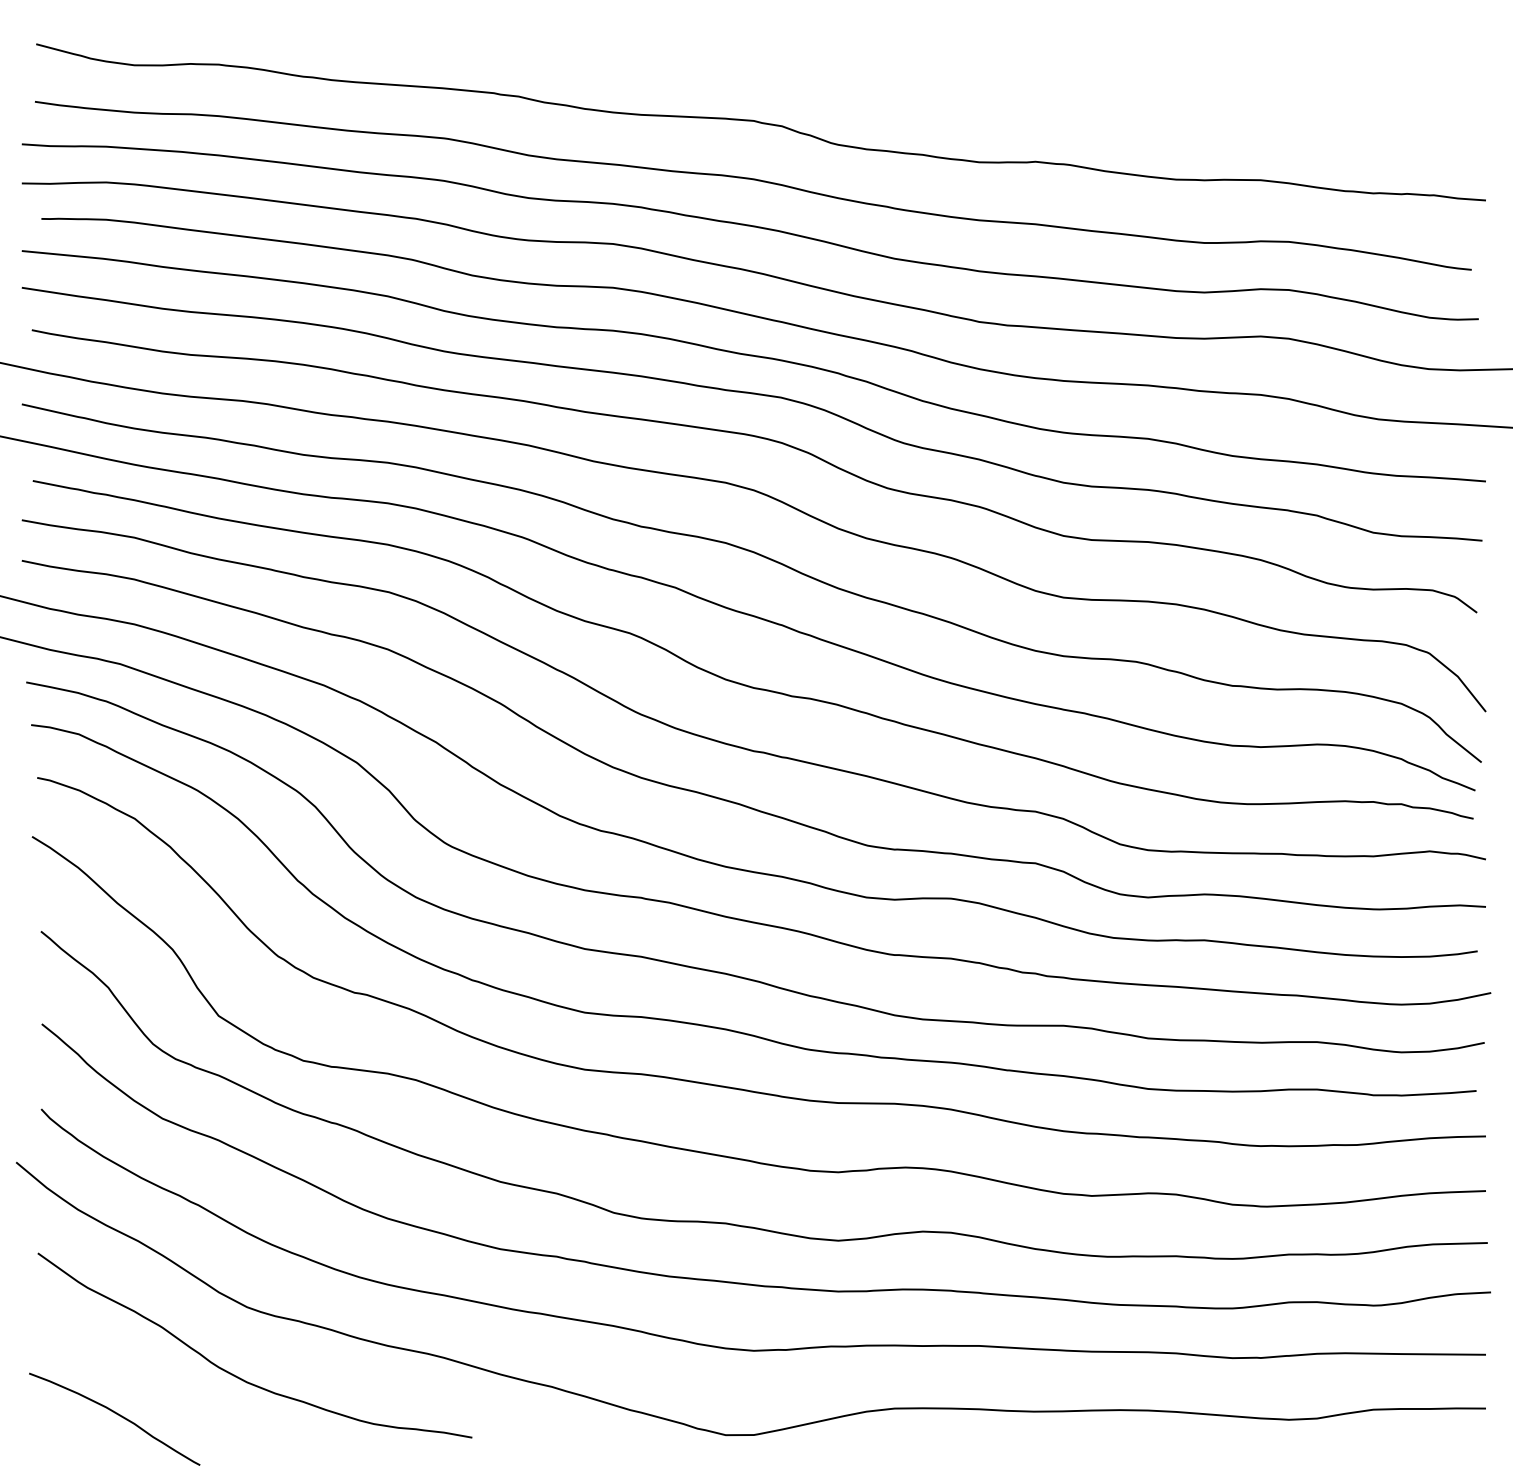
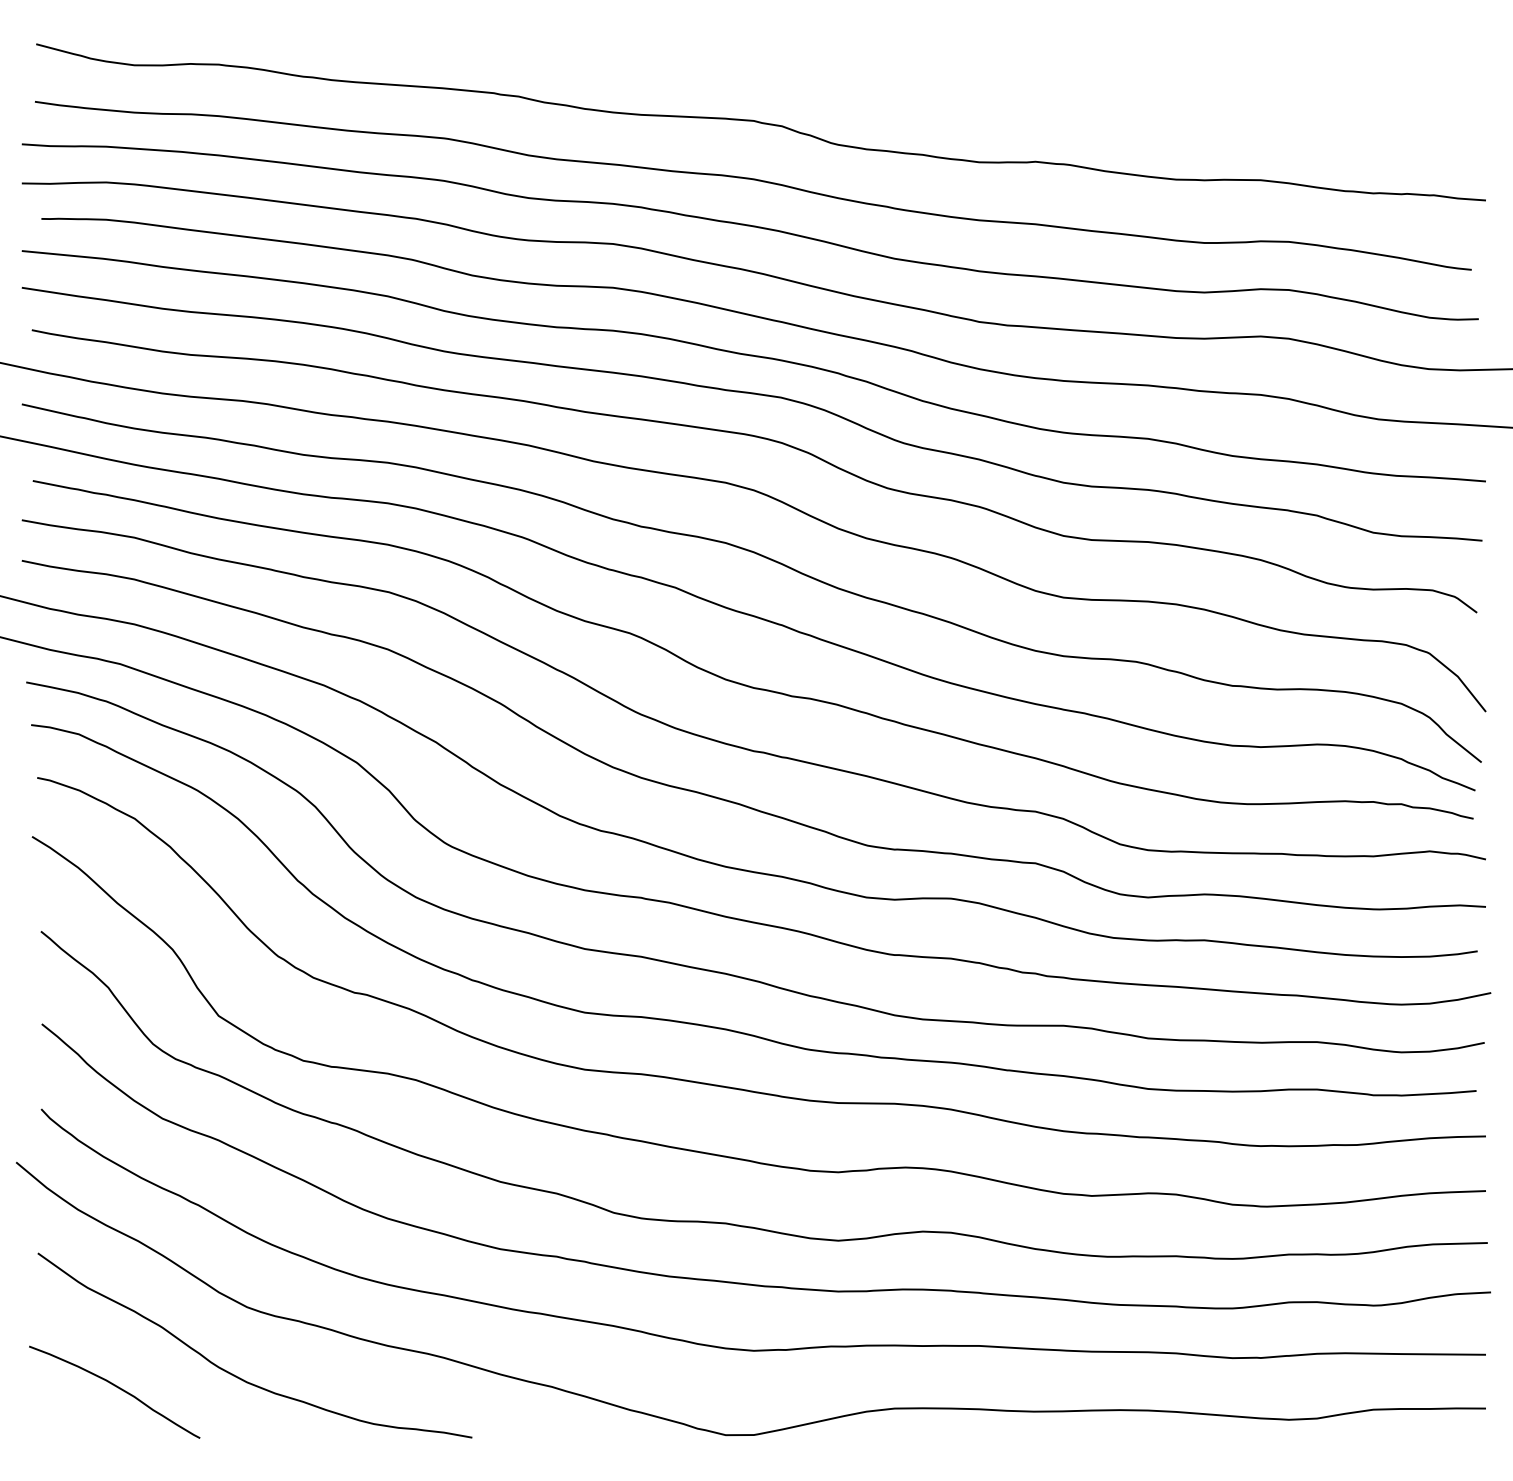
curve at (116, 1414) position: (116, 1414) -> (116, 1387)
